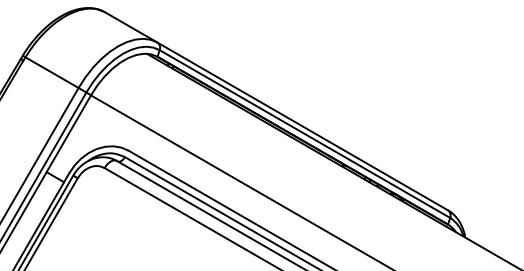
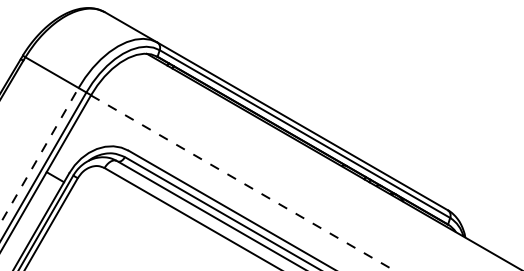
line at (39, 155): solid -> dashed
line at (243, 183): solid -> dashed
